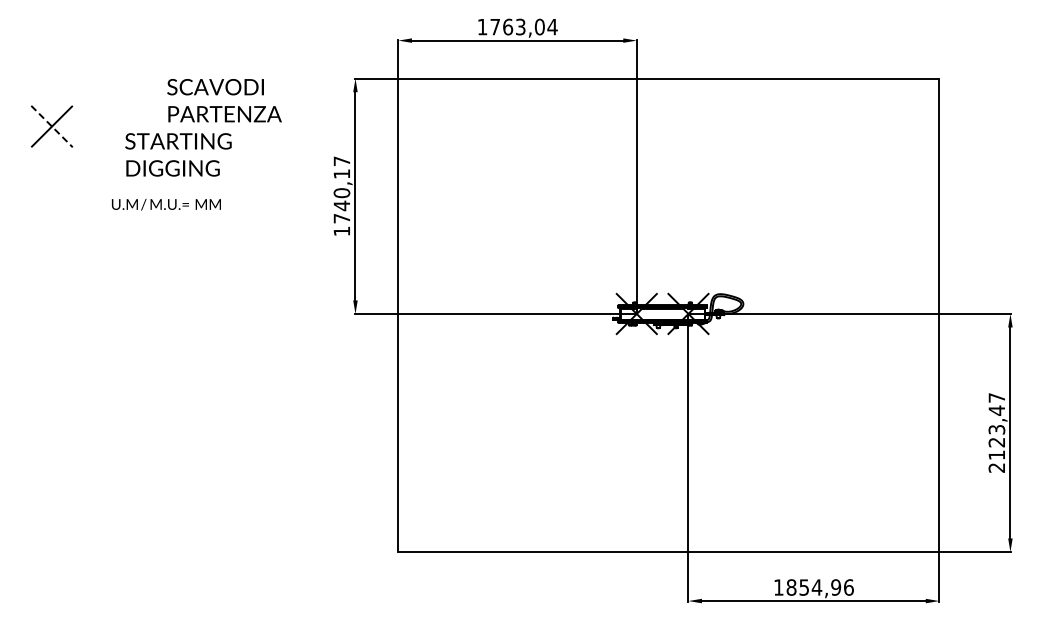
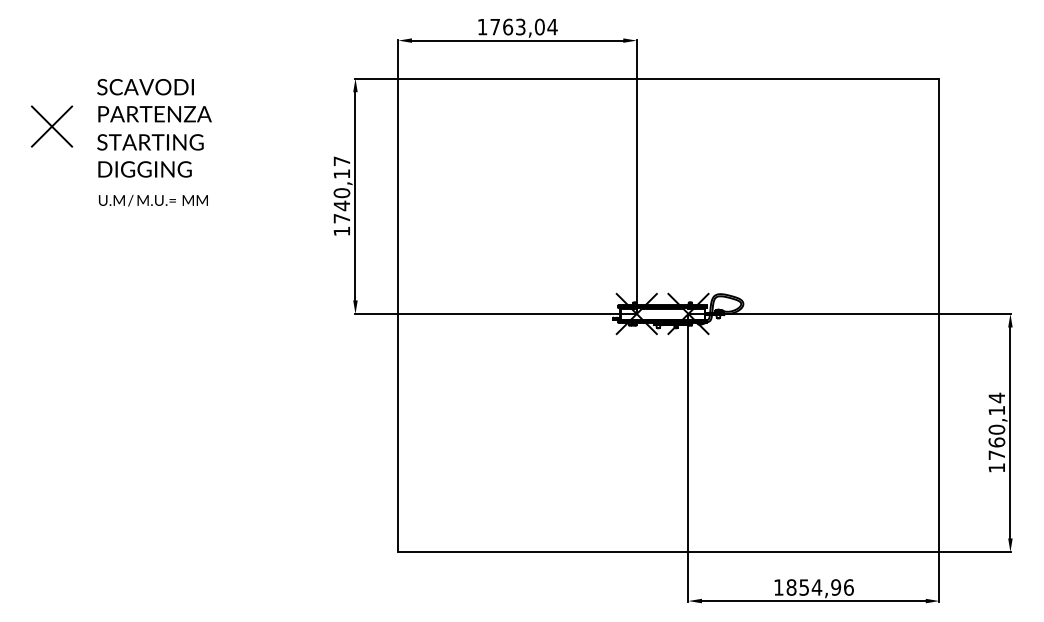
text at (224, 100) position: (224, 100) -> (154, 100)
line at (52, 126): dashed -> solid
text at (178, 154) position: (178, 154) -> (150, 155)
text at (166, 204) position: (166, 204) -> (153, 200)
text at (996, 432): 2123,47 -> 1760,14
